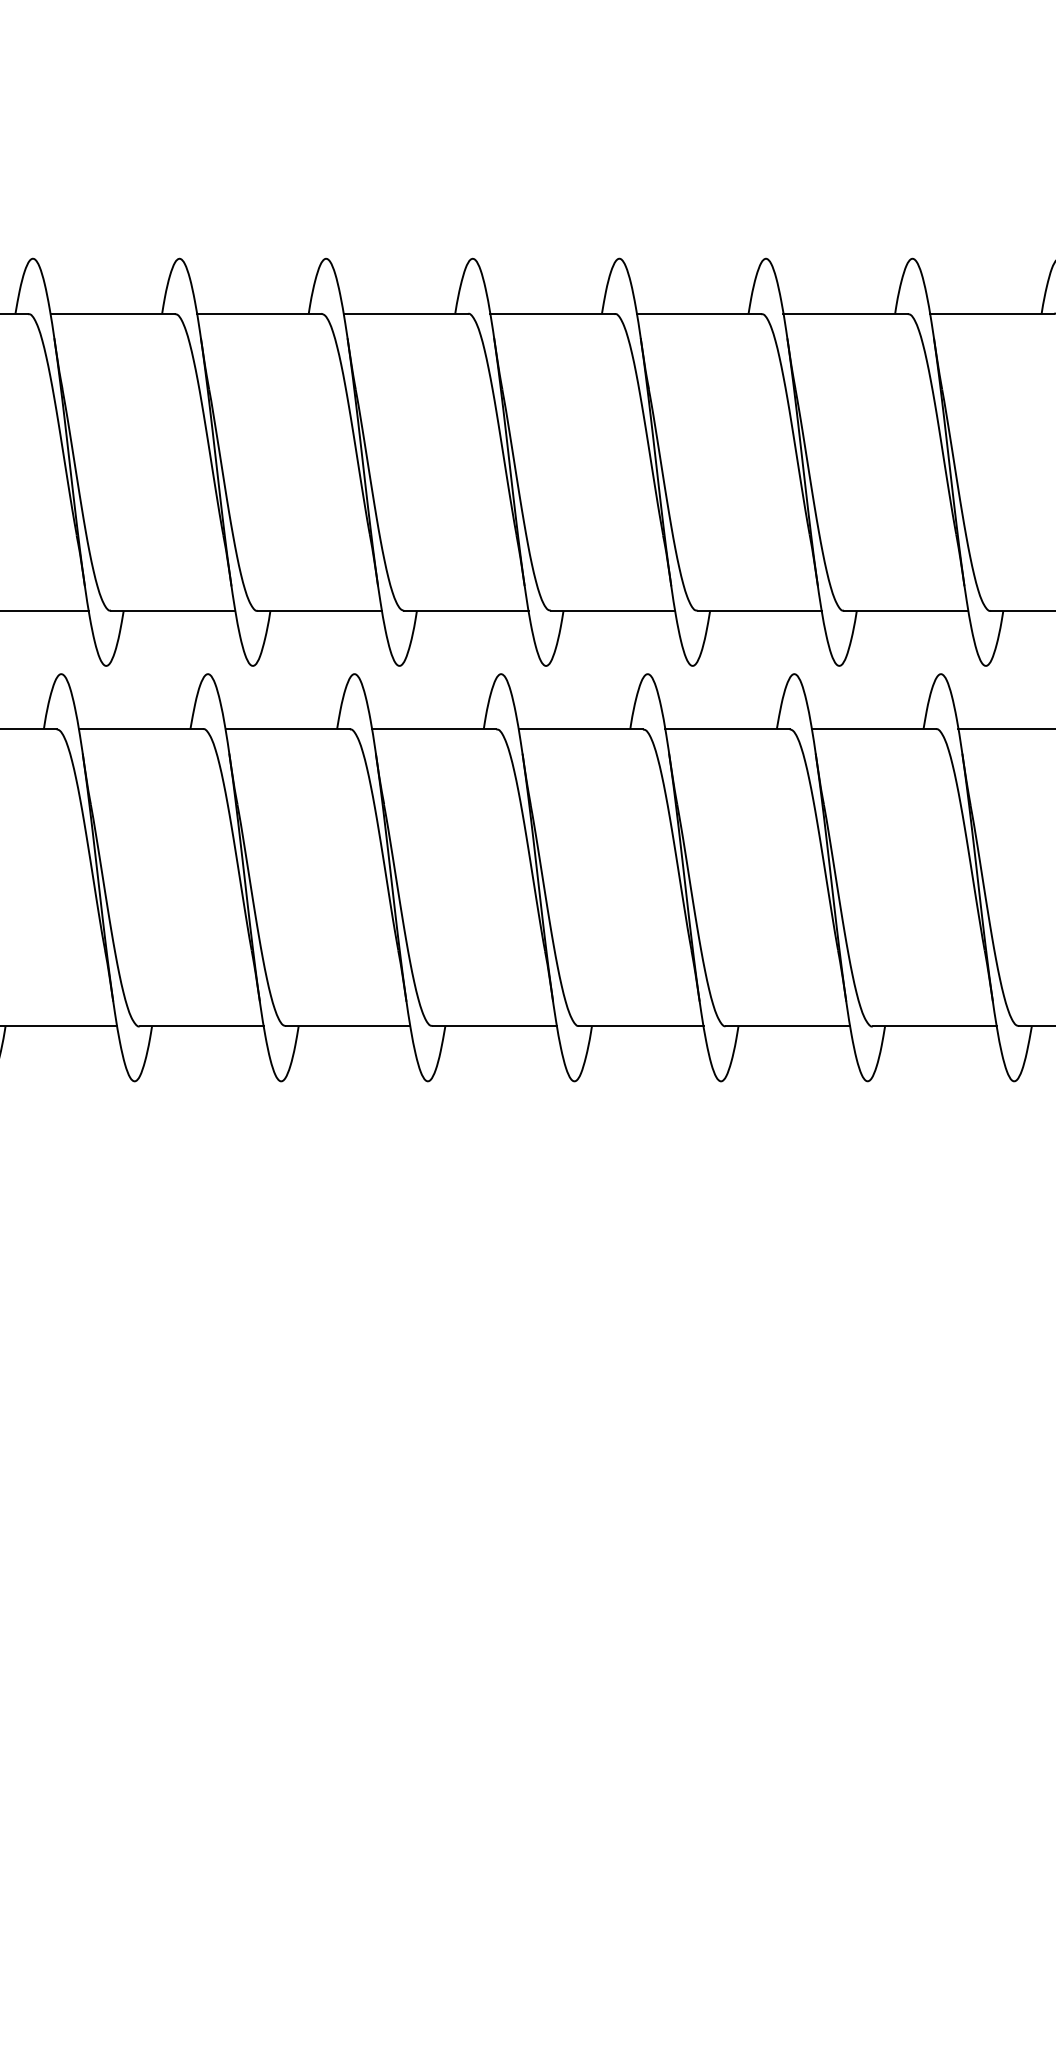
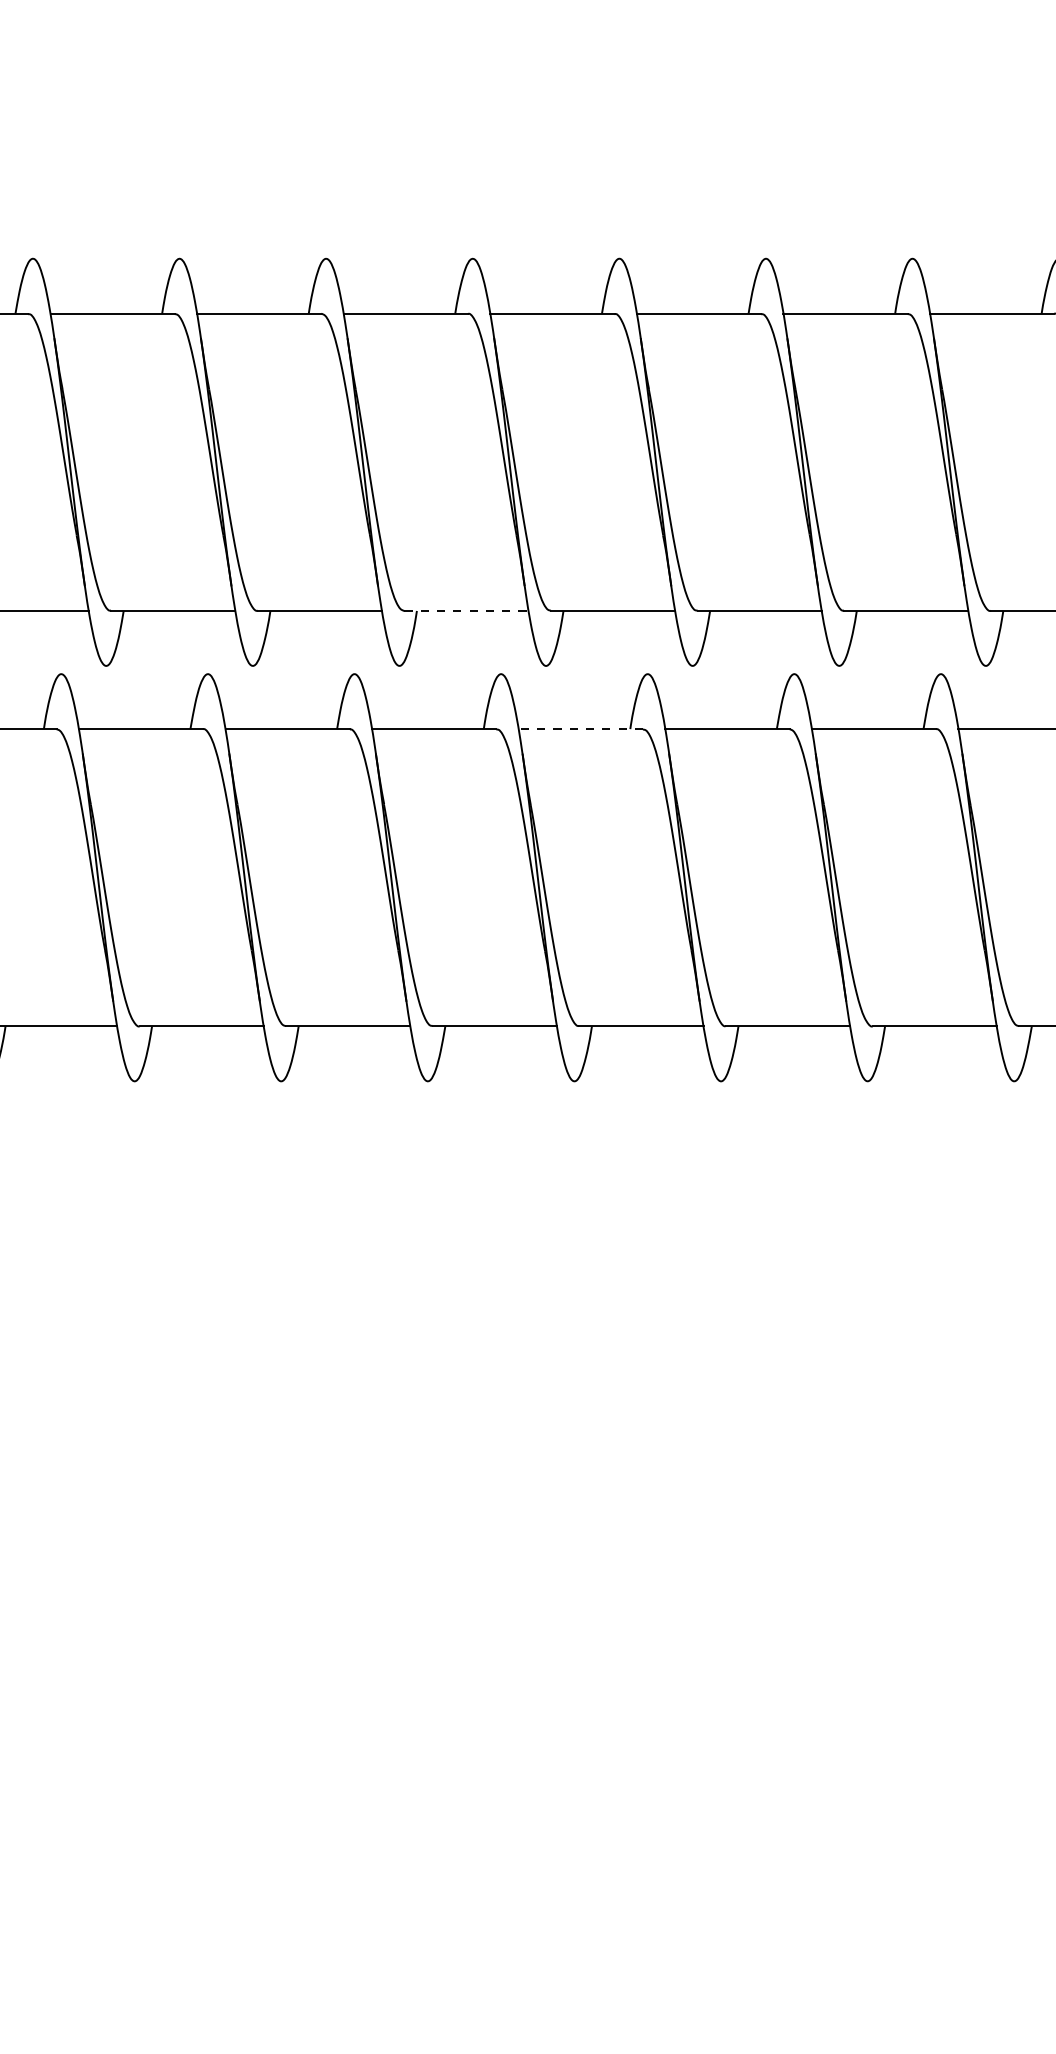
line at (467, 610): solid -> dashed
line at (580, 729): solid -> dashed
